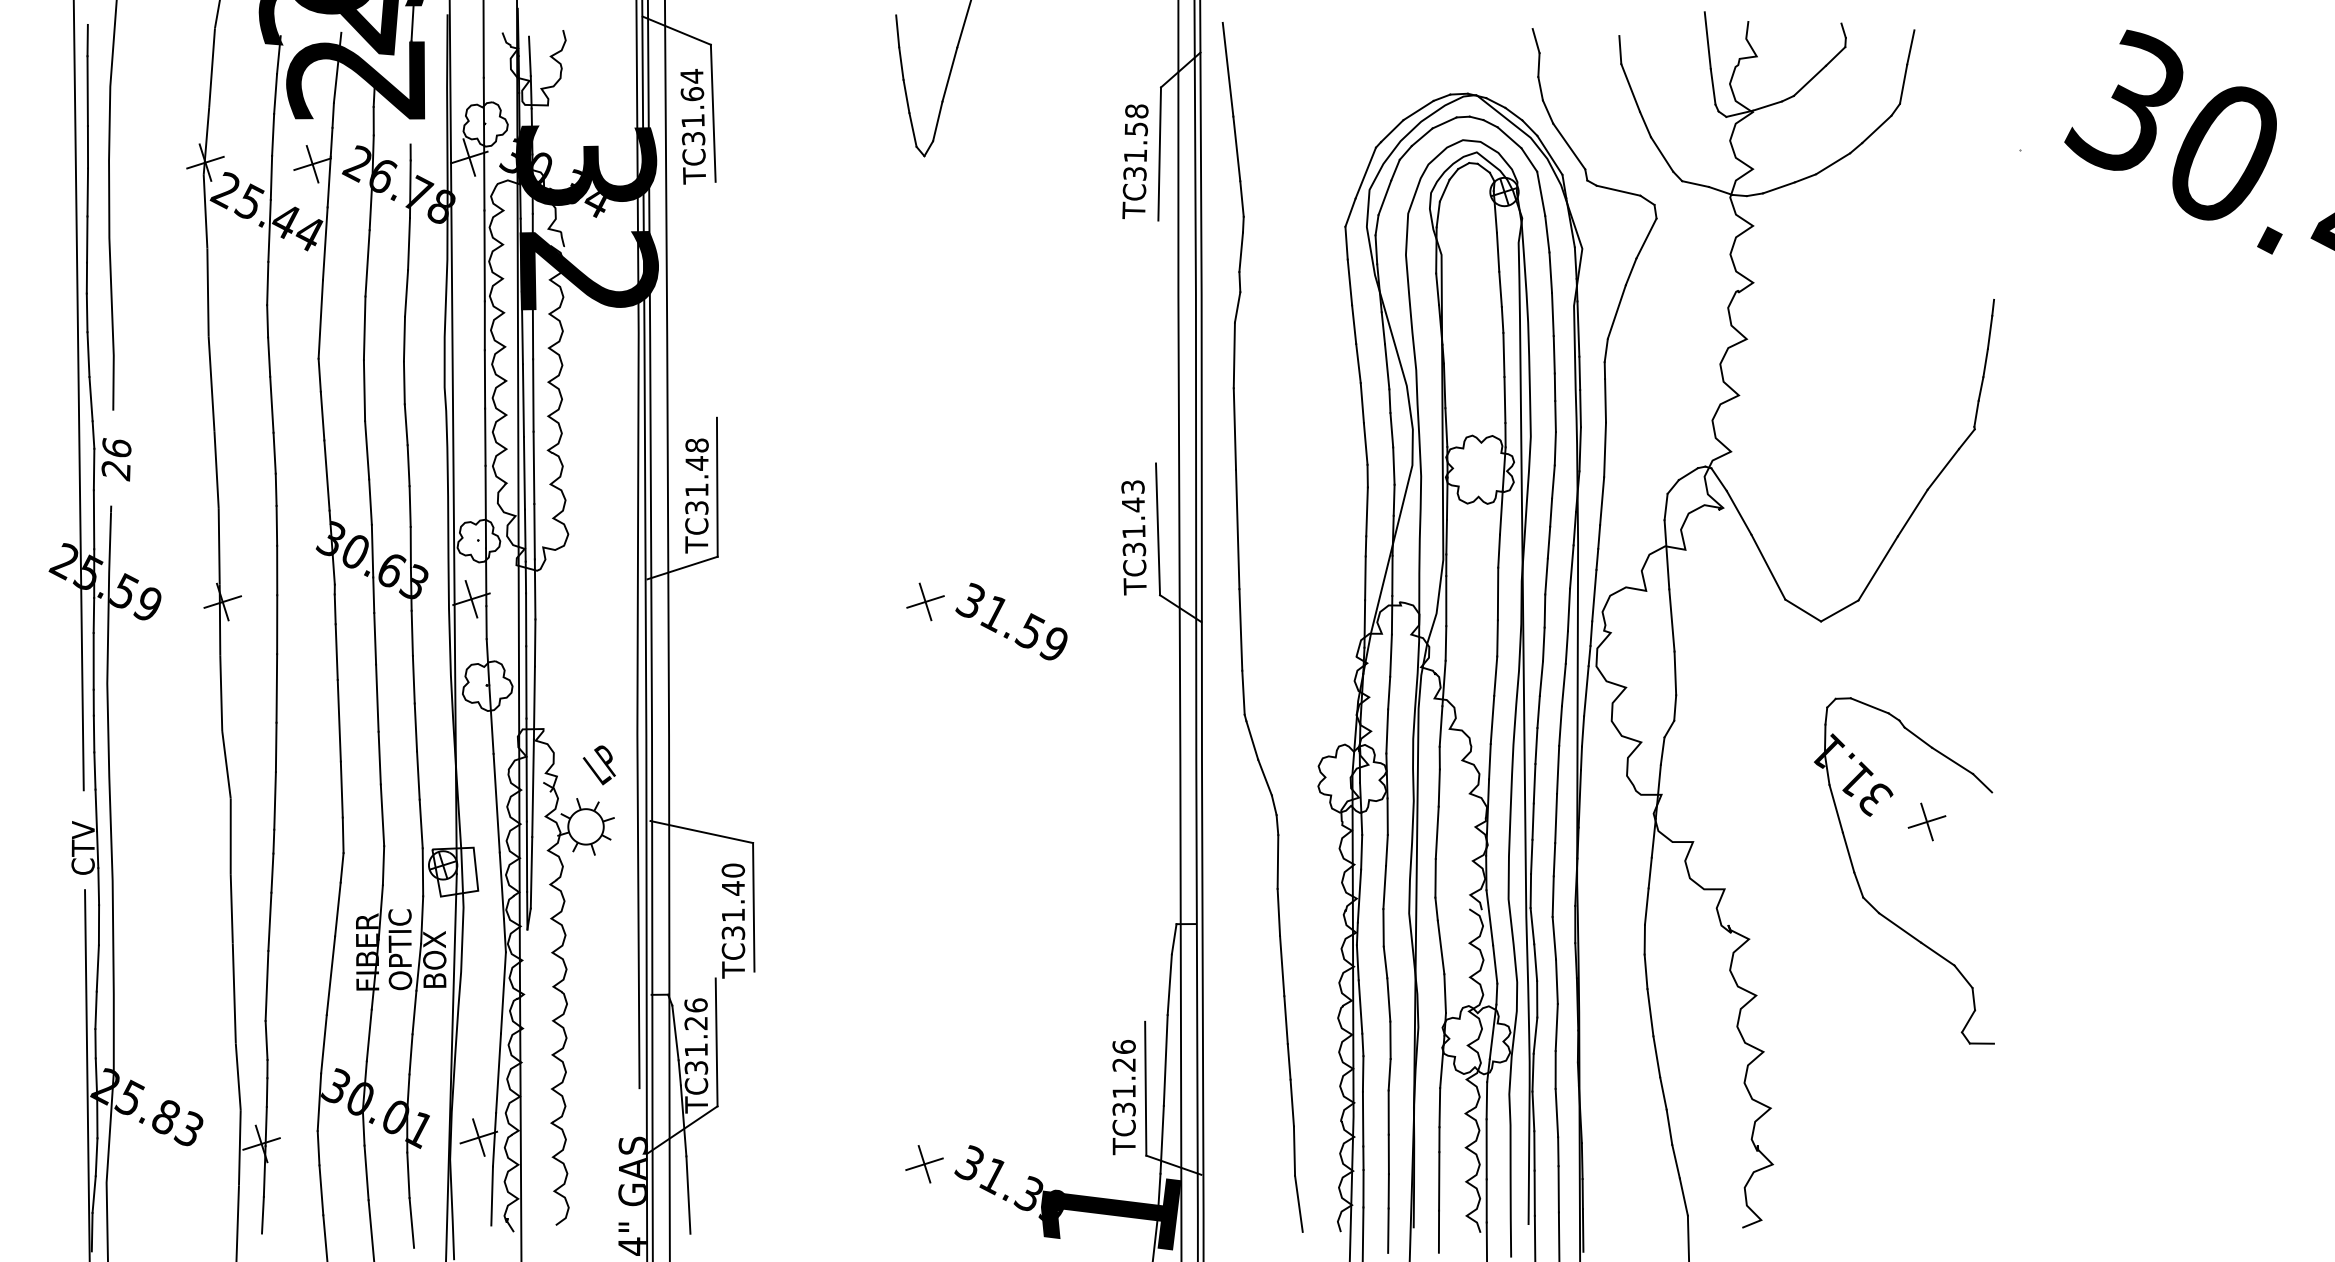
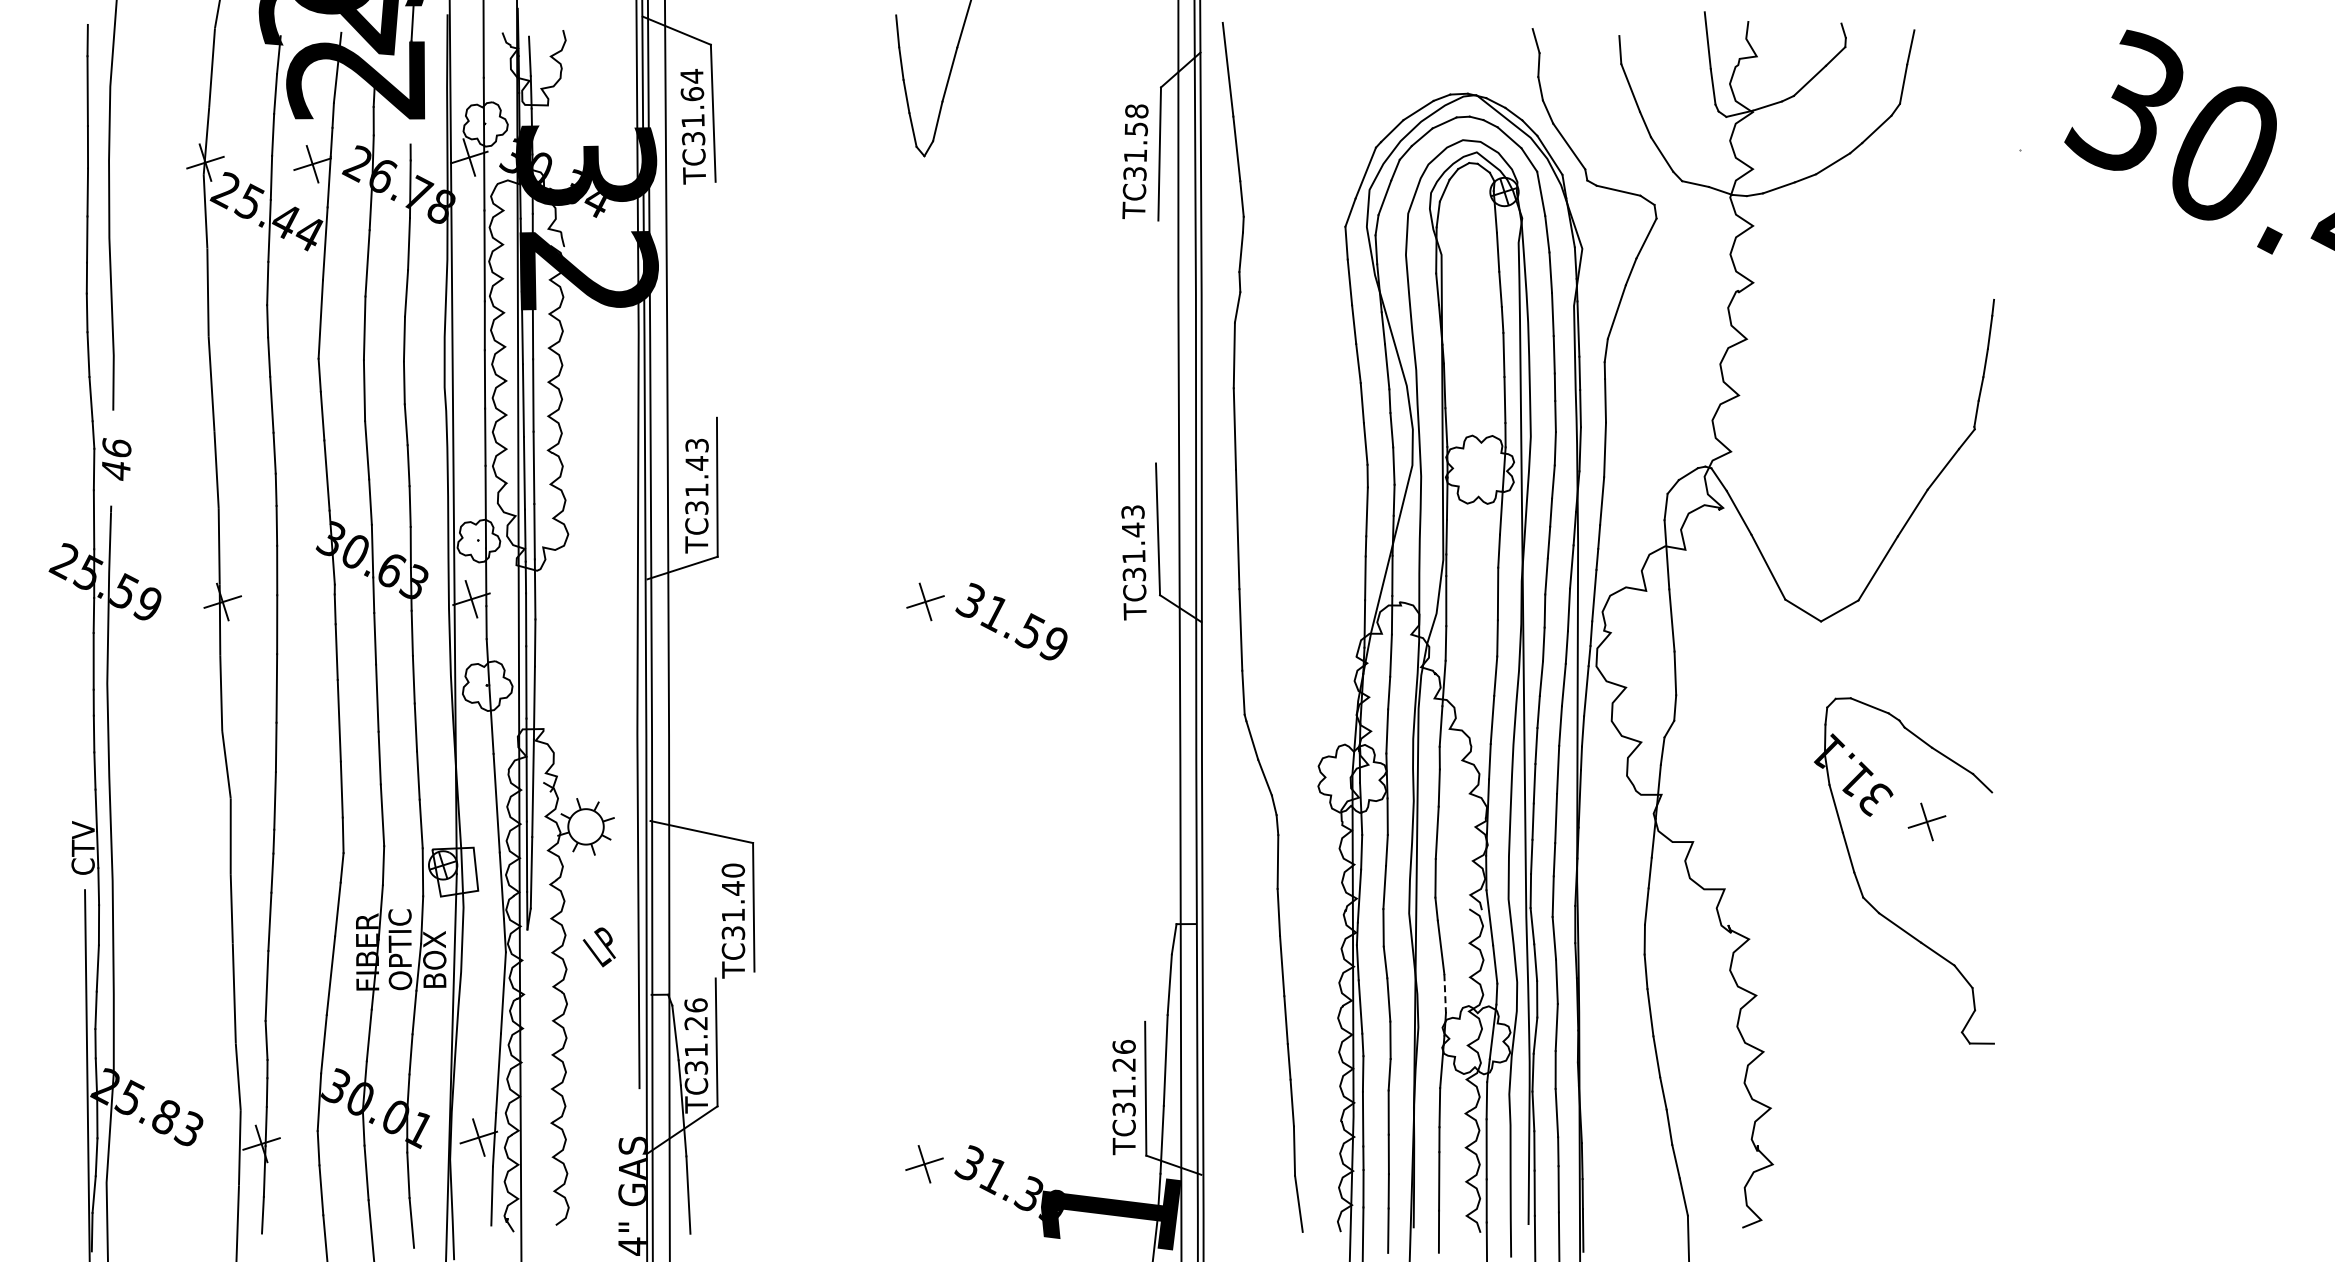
line at (78, 396): present -> none
text at (696, 445): TC31.48 -> TC31.43
text at (115, 471): 26 -> 46
text at (1133, 537) position: (1133, 537) -> (1133, 562)
text at (598, 765) position: (598, 765) -> (598, 947)
line at (1445, 994): solid -> dashed
